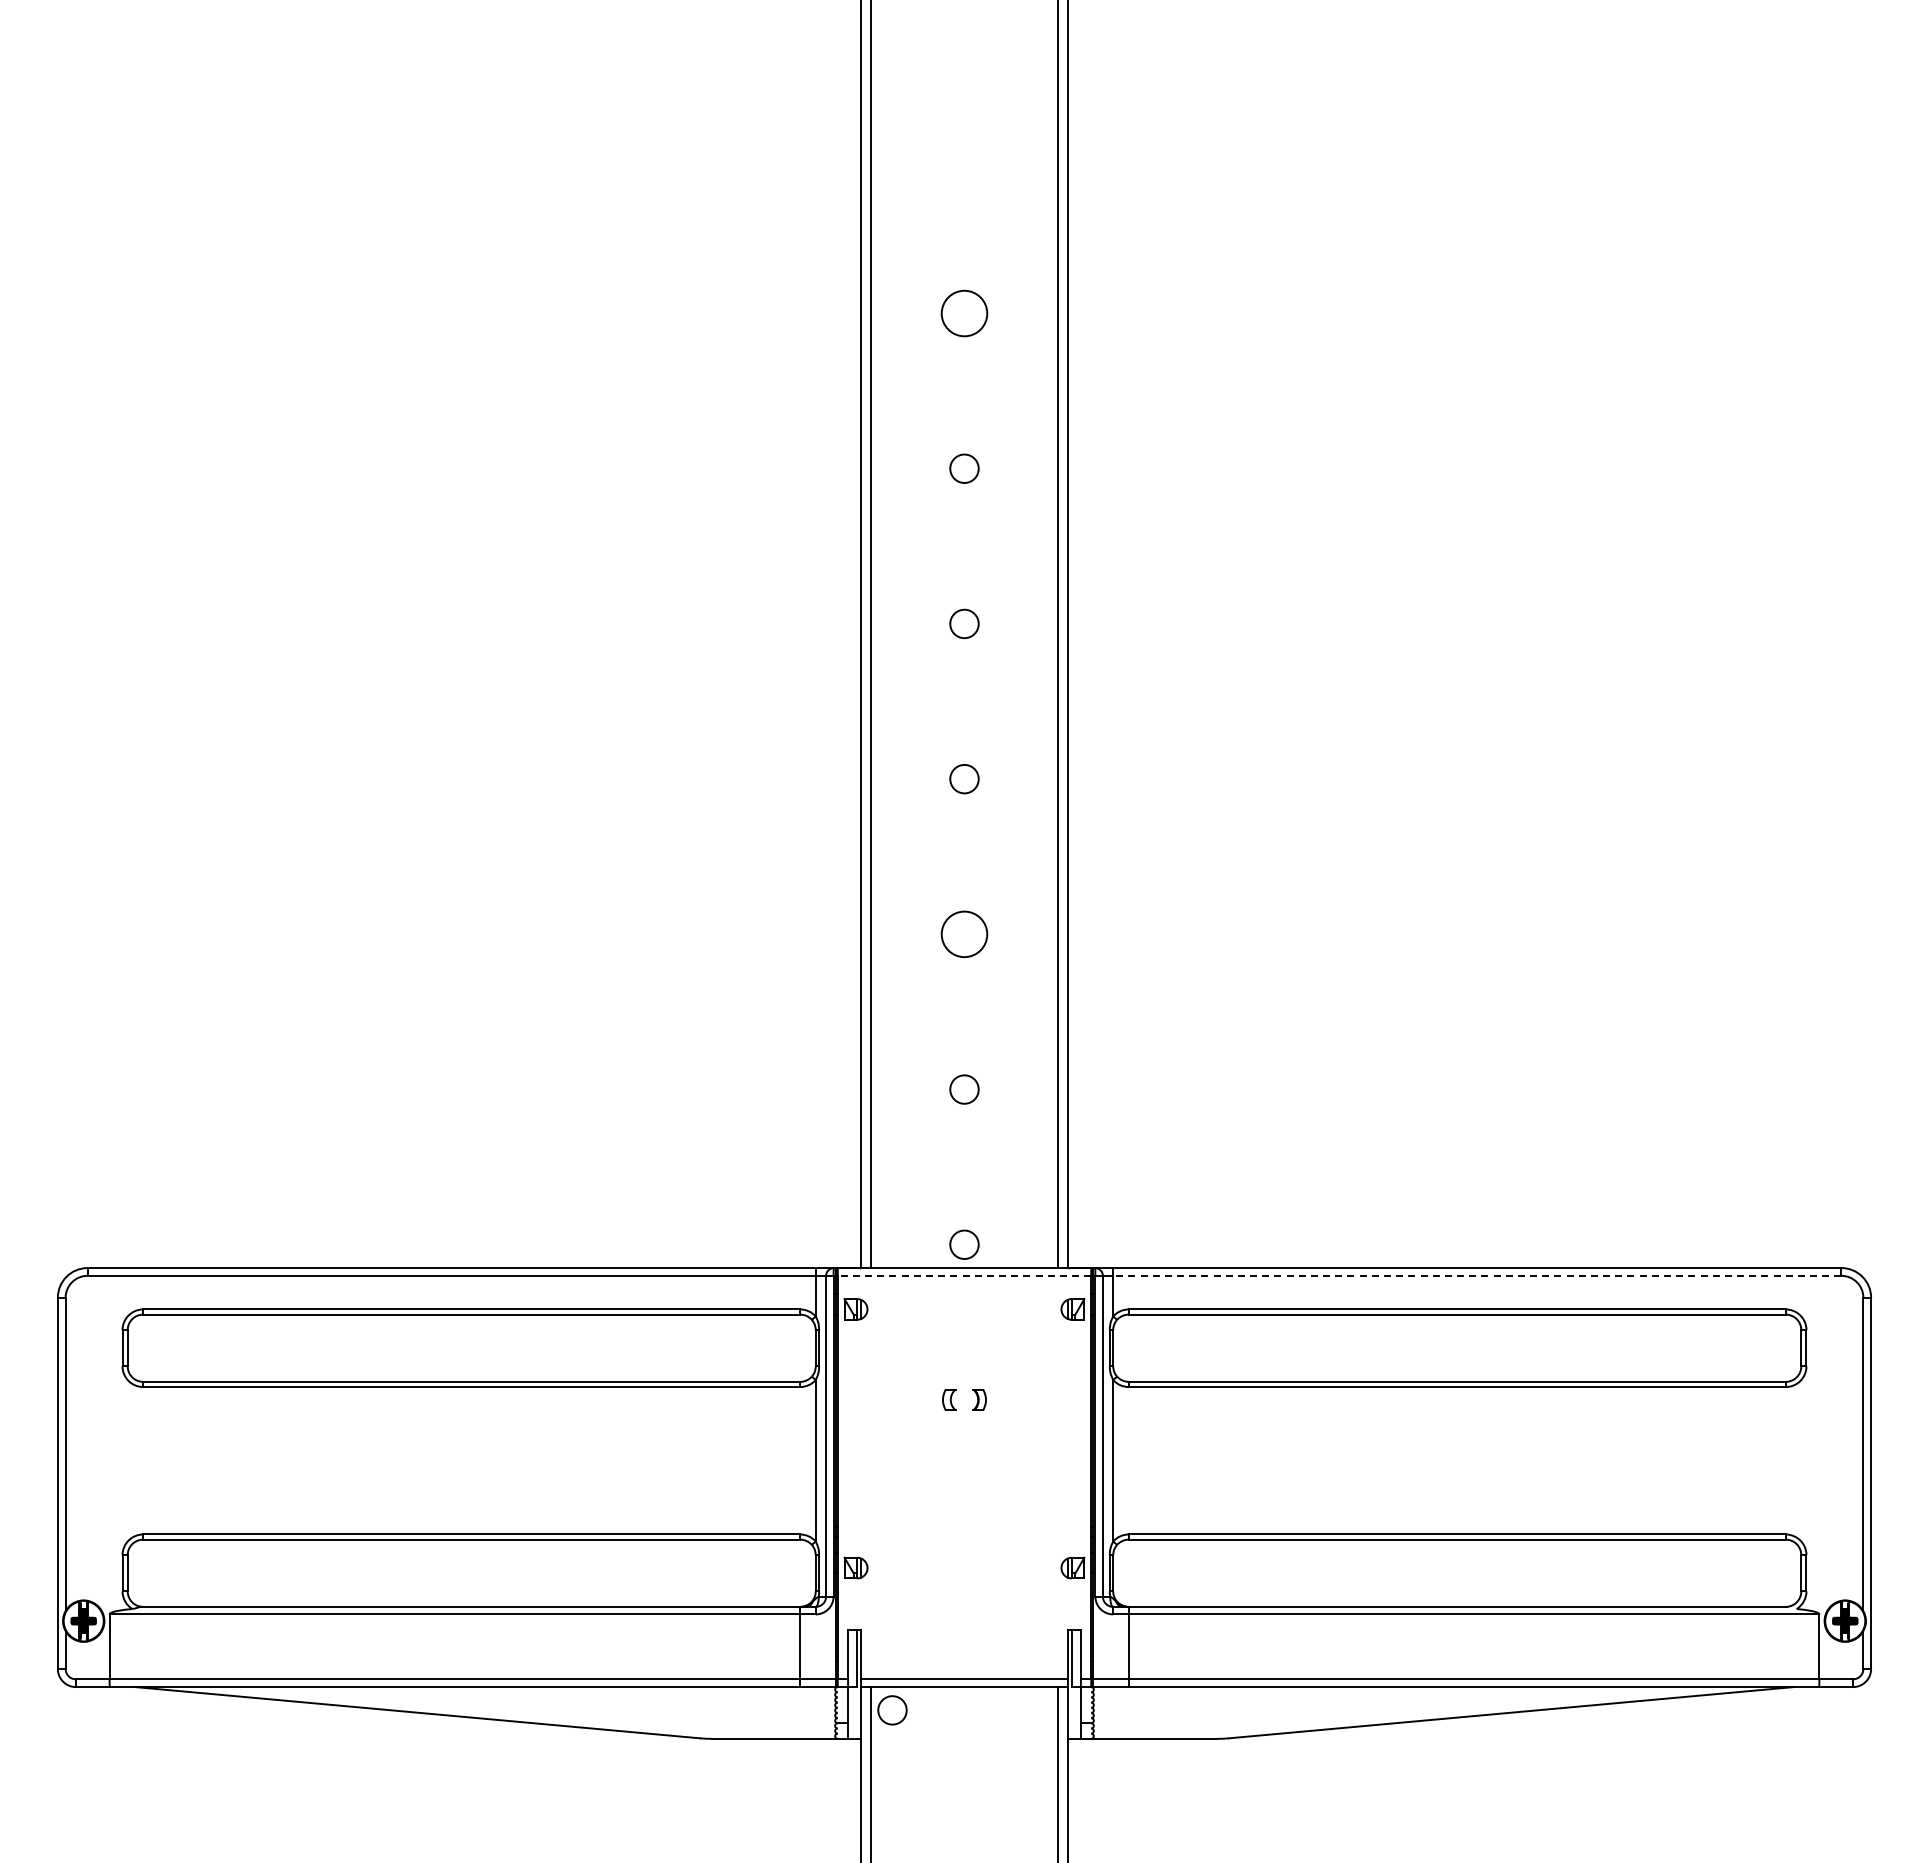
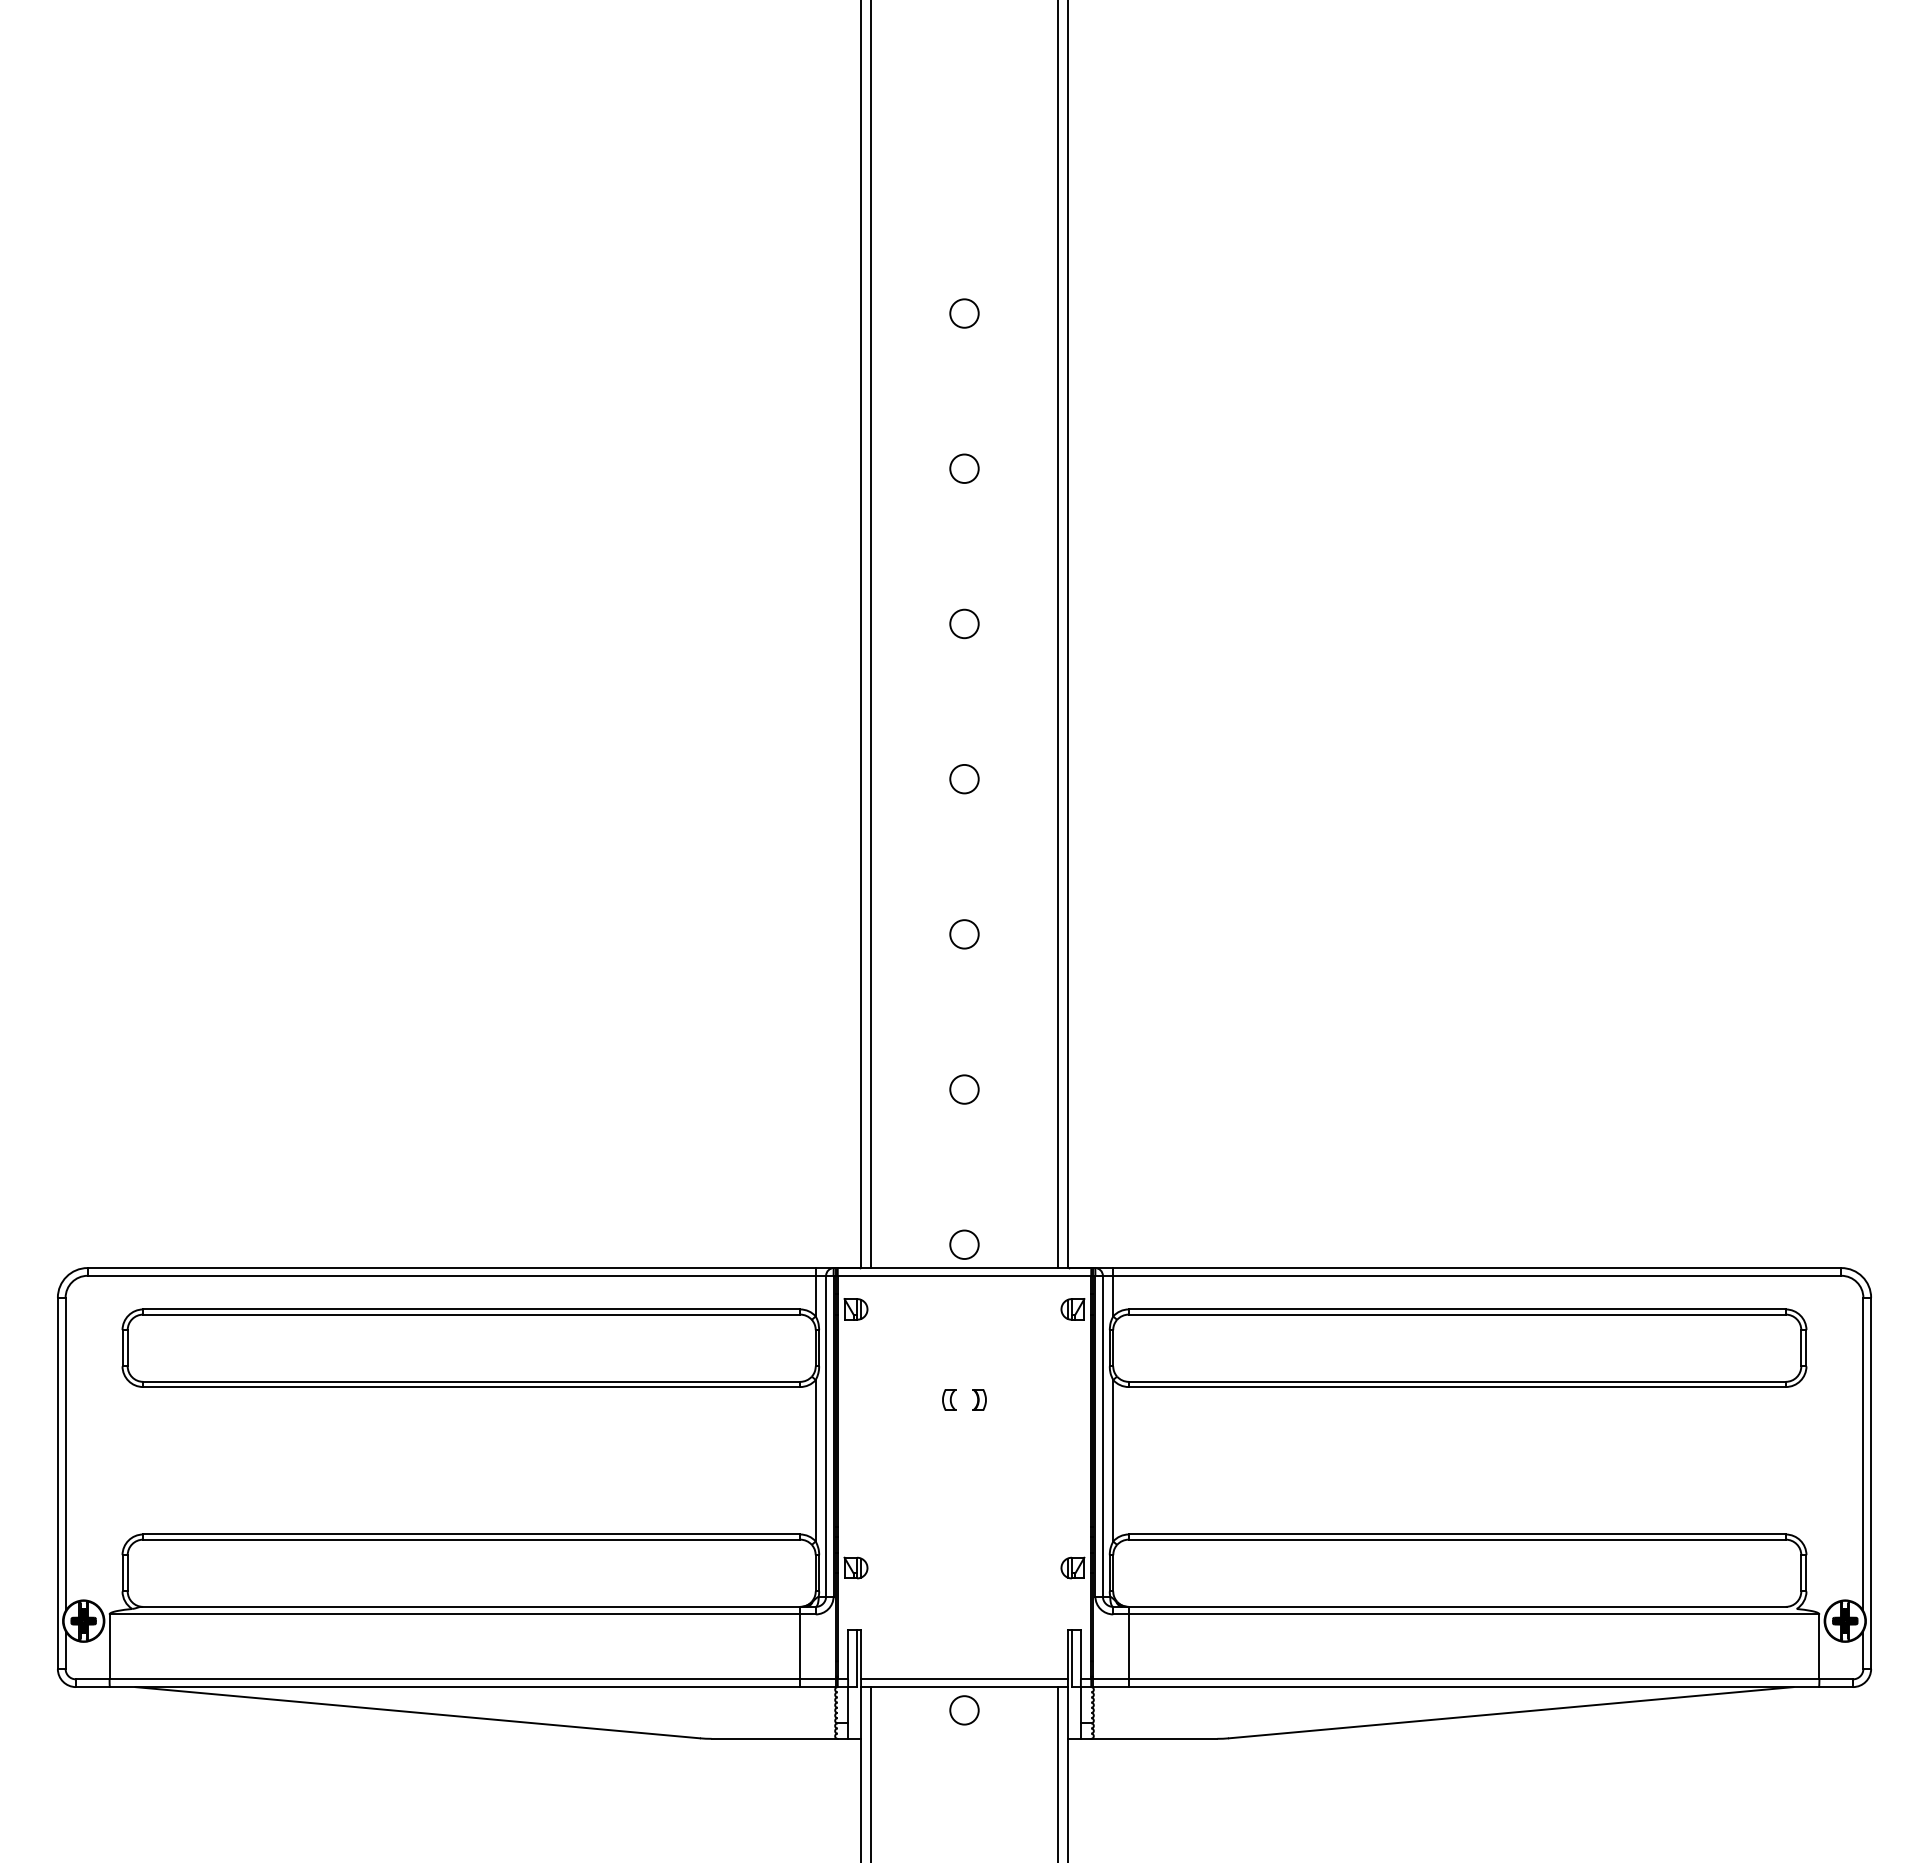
circle at (964, 313) diameter: 46 px -> 28 px
circle at (964, 934) diameter: 46 px -> 28 px
line at (964, 1275): dashed -> solid
line at (1476, 1275): dashed -> solid
circle at (892, 1710) position: (892, 1710) -> (964, 1710)
